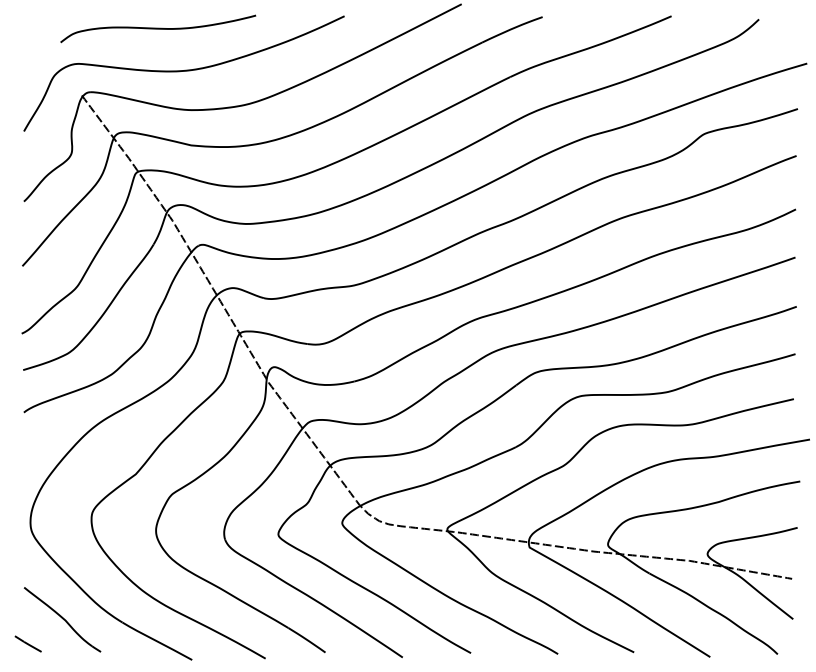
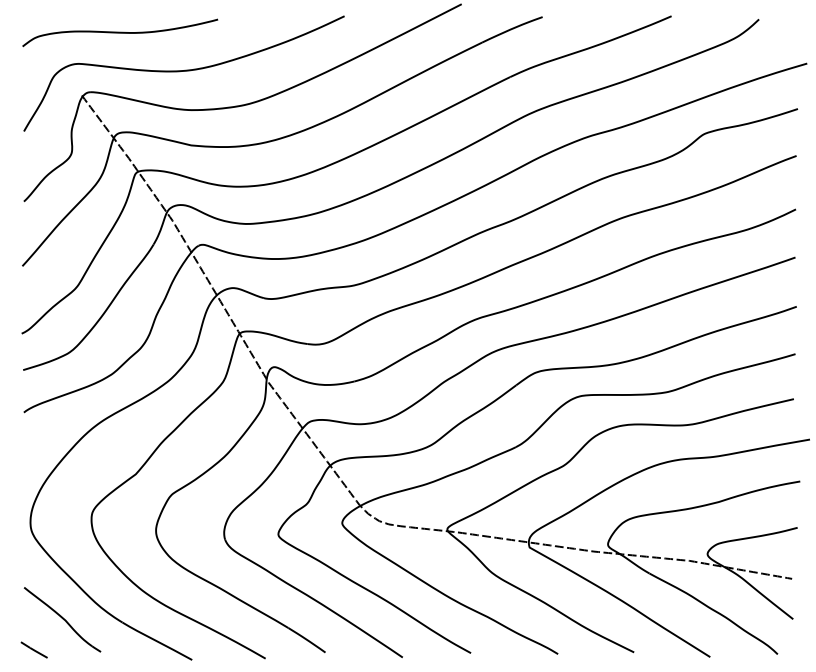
curve at (158, 28) position: (158, 28) -> (120, 32)
line at (27, 643) position: (27, 643) -> (33, 649)
